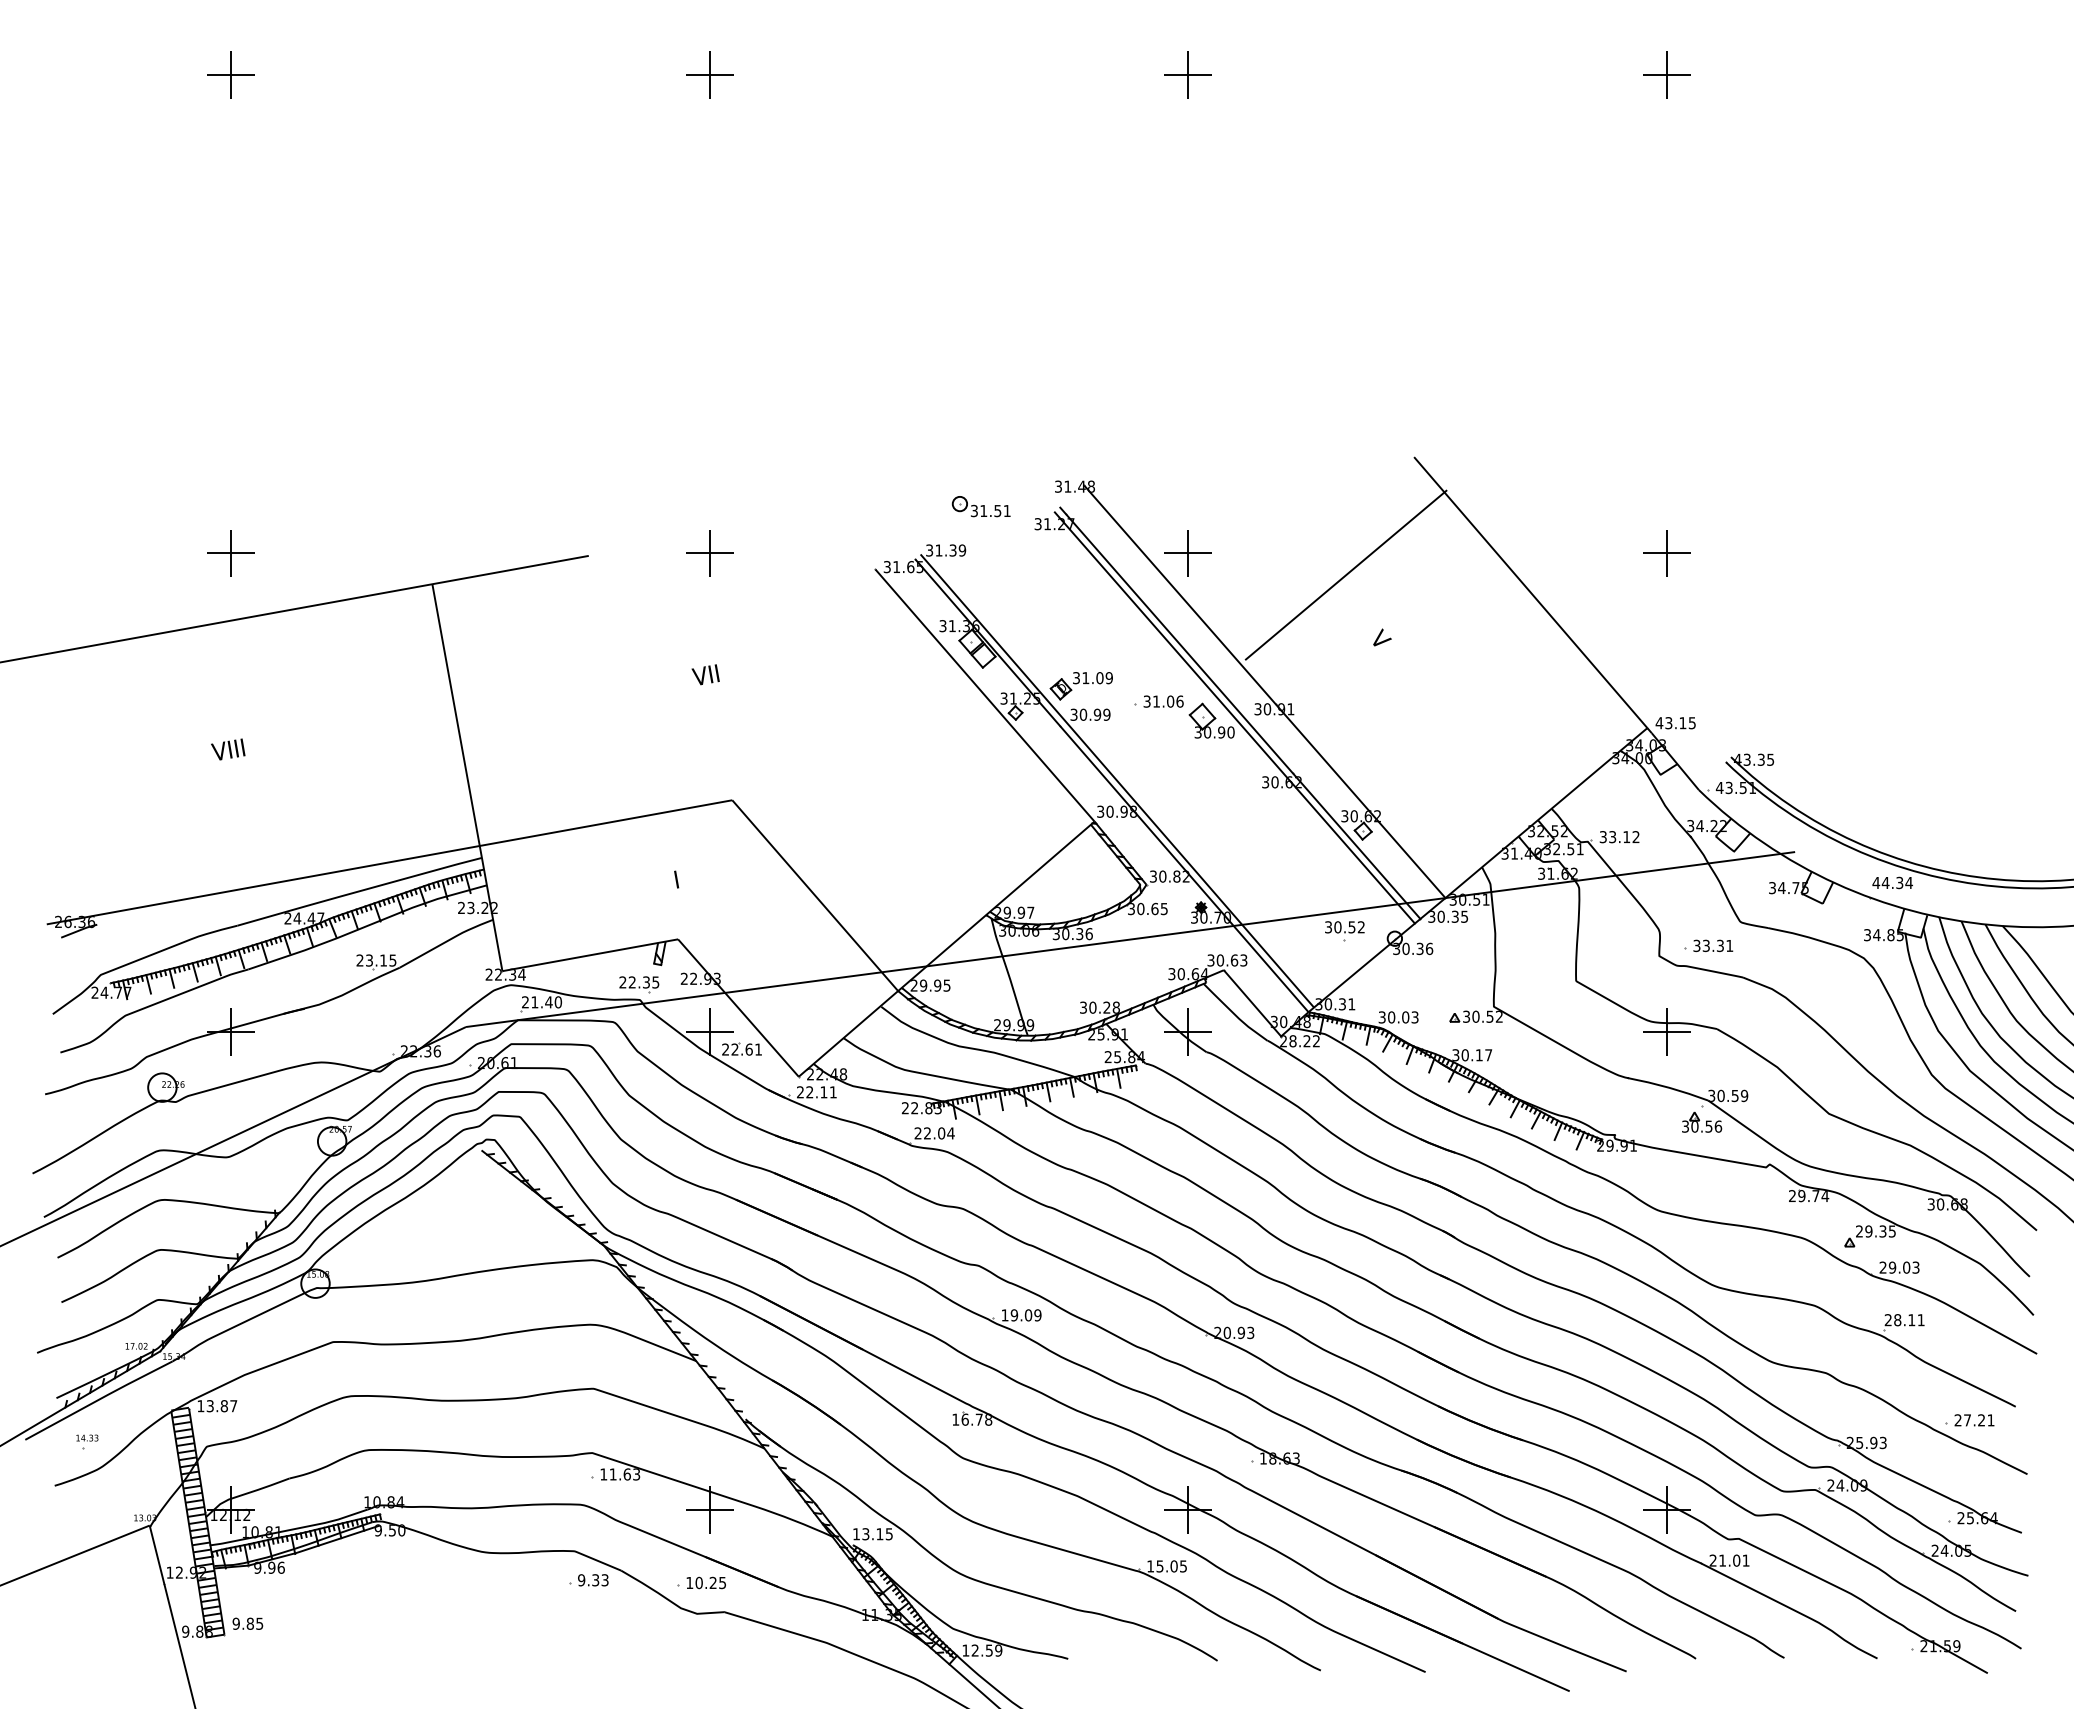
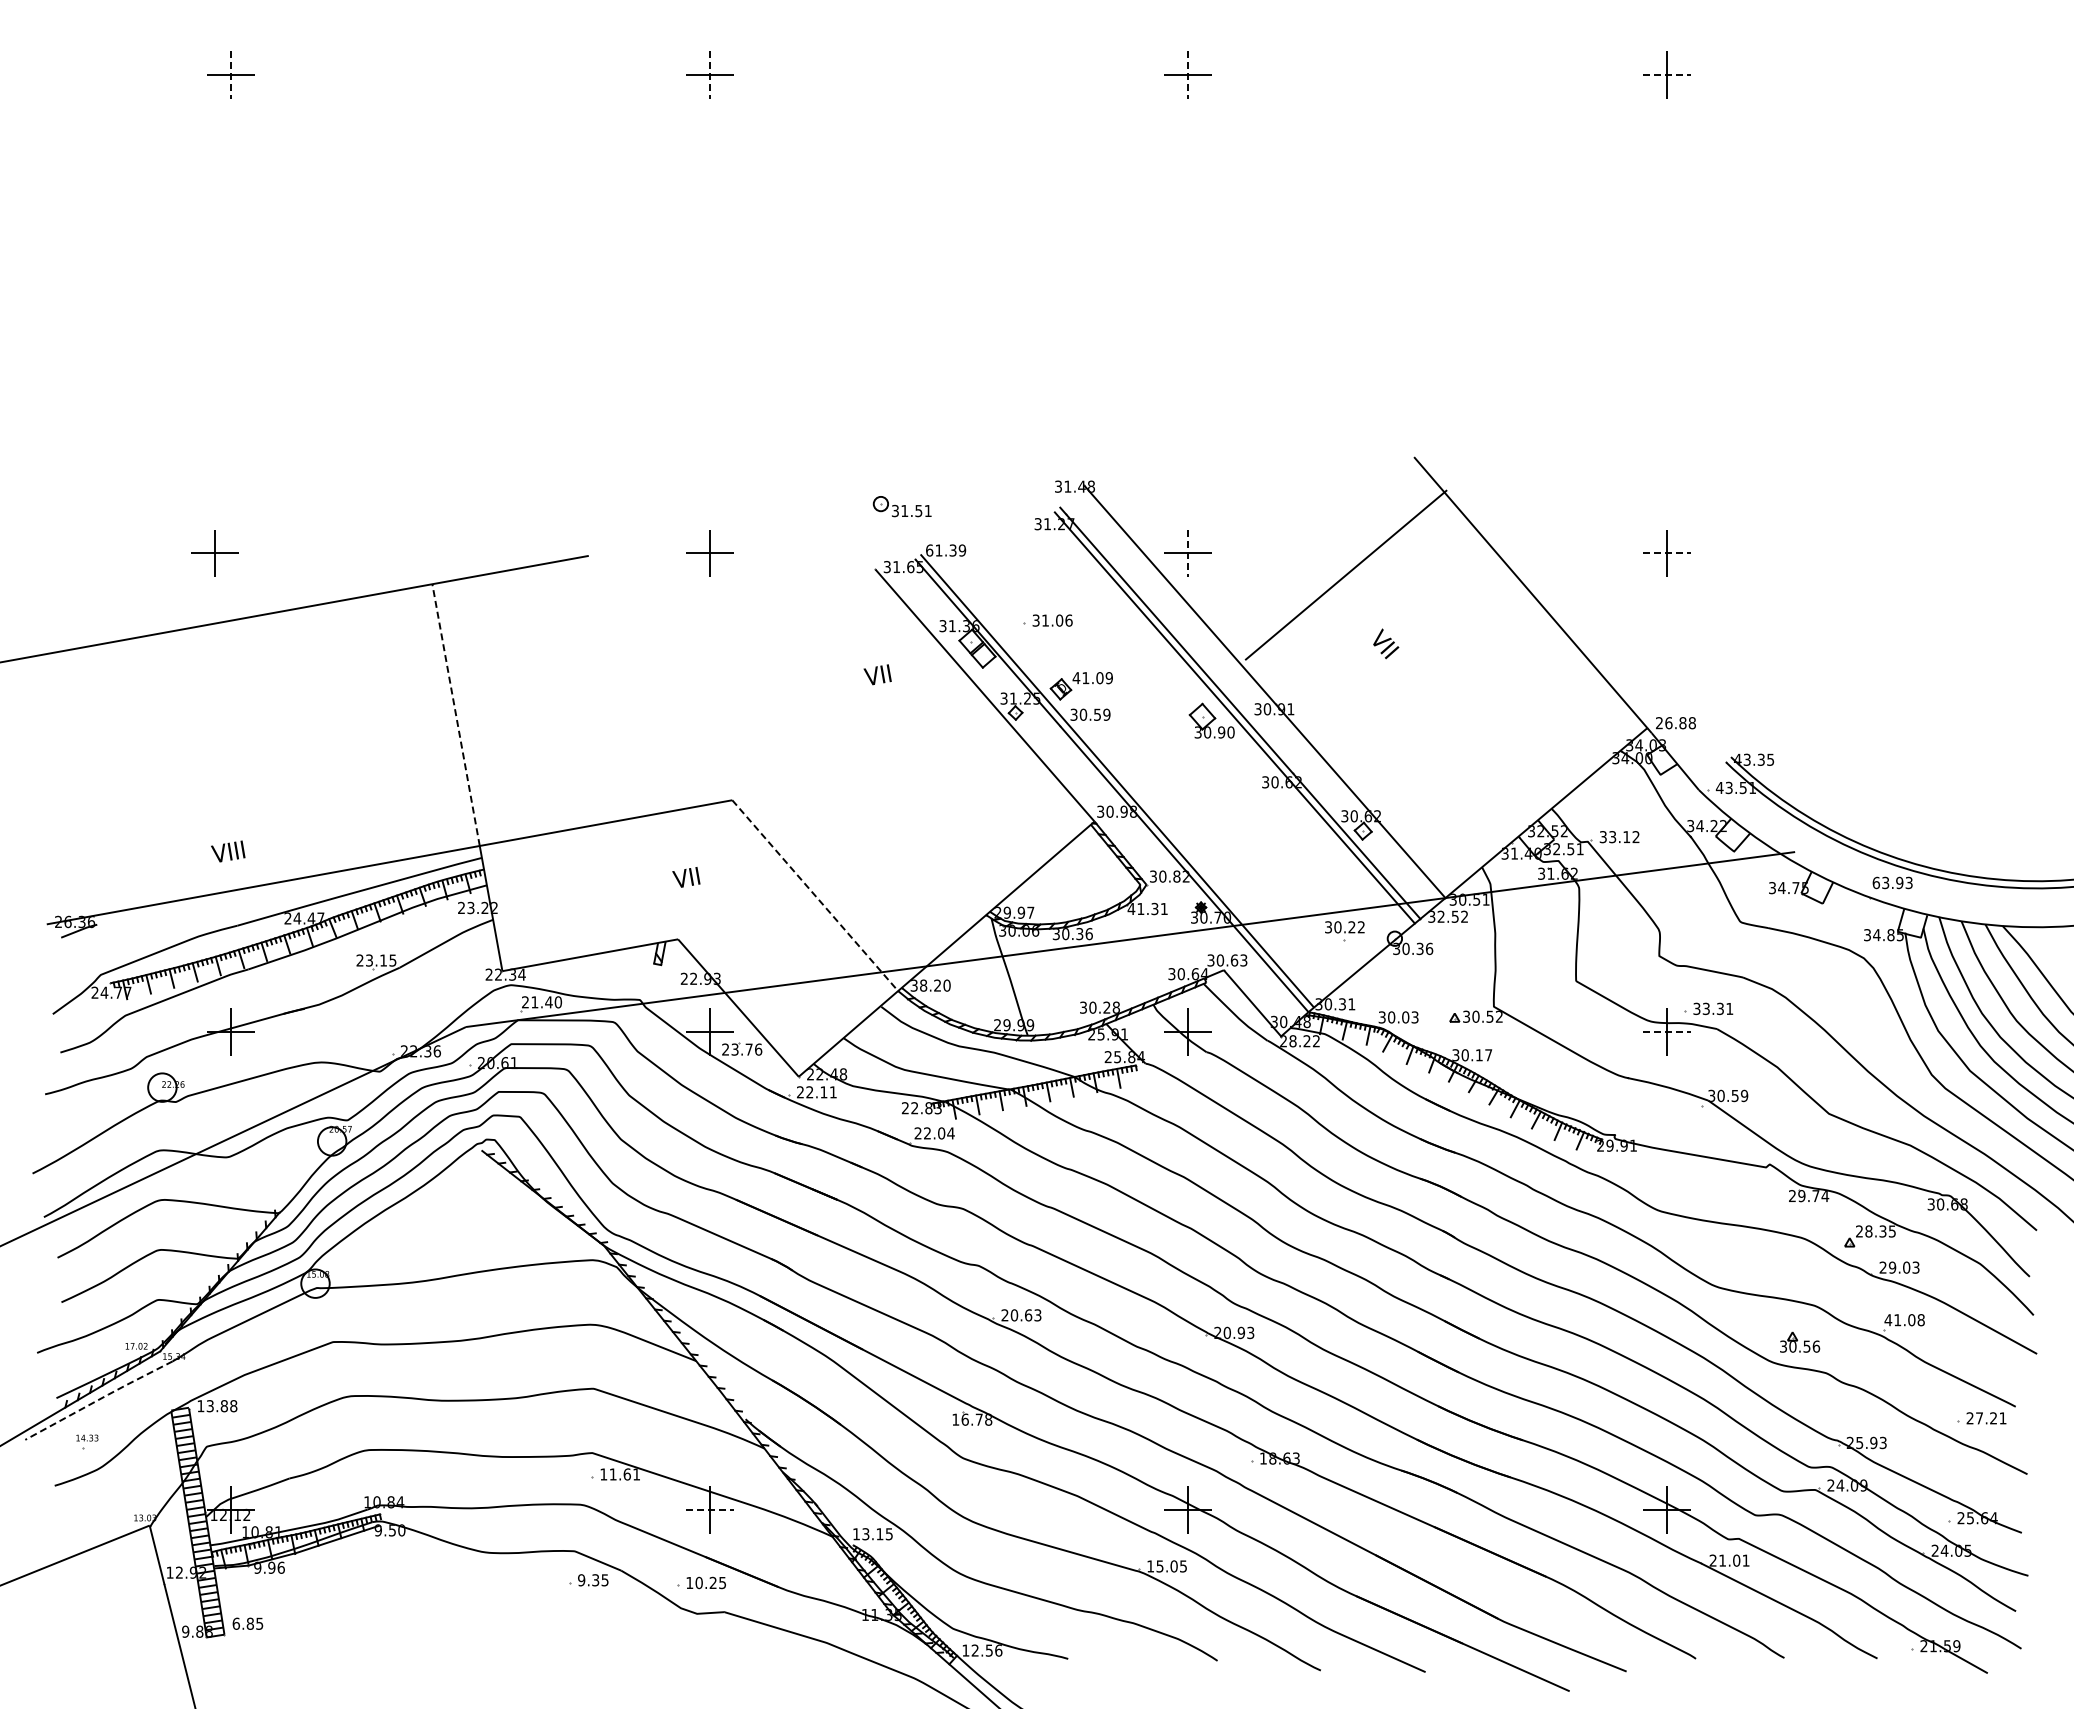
line at (231, 75): solid -> dashed
line at (709, 75): solid -> dashed
line at (1188, 75): solid -> dashed
line at (1666, 75): solid -> dashed
part at (980, 506) position: (980, 506) -> (901, 506)
text at (929, 550): 31.39 -> 61.39
part at (230, 553) position: (230, 553) -> (214, 553)
line at (1188, 553): solid -> dashed
line at (1666, 553): solid -> dashed
text at (1389, 650): V -> VII
text at (705, 674) position: (705, 674) -> (877, 674)
text at (1076, 678): 31.09 -> 41.09
part at (1158, 701) position: (1158, 701) -> (1047, 620)
line at (455, 714): solid -> dashed
text at (1097, 714): 30.99 -> 30.59
text at (1675, 723): 43.15 -> 26.88
text at (228, 749) position: (228, 749) -> (228, 851)
text at (686, 877): I -> VII
text at (1892, 882): 44.34 -> 63.93
line at (815, 896): solid -> dashed
text at (1147, 908): 30.65 -> 41.31
text at (1452, 916): 30.35 -> 32.52
text at (1351, 927): 30.52 -> 30.22
part at (1708, 945) position: (1708, 945) -> (1708, 1008)
part at (639, 984): present -> none
text at (930, 985): 29.95 -> 38.20
line at (1666, 1031): solid -> dashed
text at (746, 1049): 22.61 -> 23.76
part at (1702, 1121) position: (1702, 1121) -> (1800, 1341)
text at (1868, 1231): 29.35 -> 28.35
text at (1021, 1315): 19.09 -> 20.63
text at (1904, 1320): 28.11 -> 41.08
line at (99, 1399): solid -> dashed
text at (233, 1406): 13.87 -> 13.88
part at (1969, 1420) position: (1969, 1420) -> (1981, 1418)
text at (636, 1474): 11.63 -> 11.61
line at (709, 1510): solid -> dashed
text at (605, 1579): 9.33 -> 9.35
text at (235, 1623): 9.85 -> 6.85
text at (998, 1650): 12.59 -> 12.56
